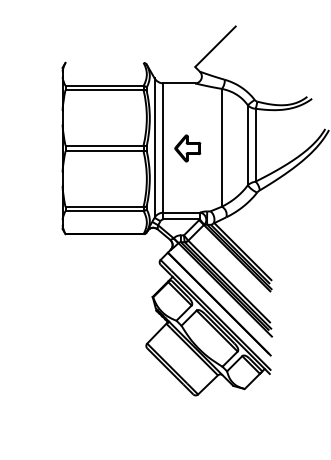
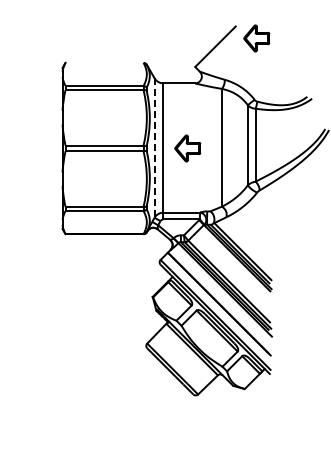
part at (256, 38): none -> present
line at (154, 148): solid -> dashed
